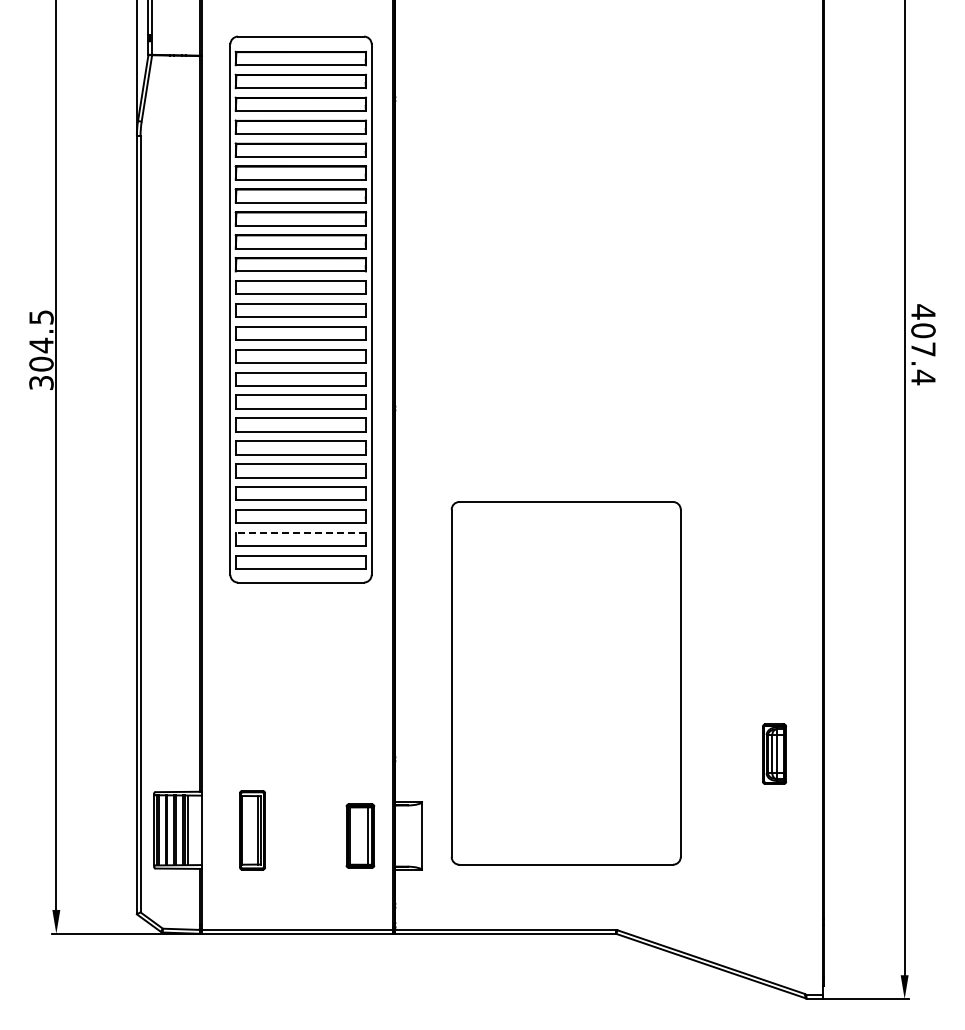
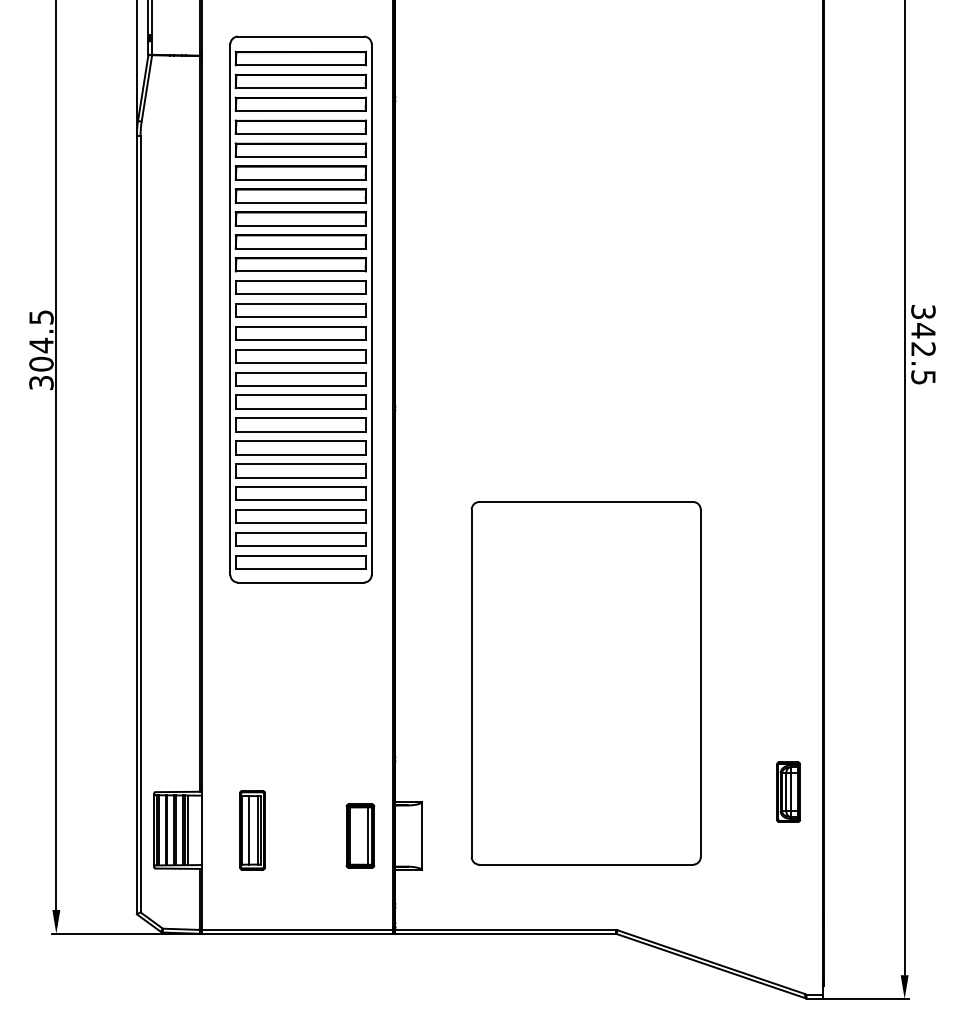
text at (923, 344): 407.4 -> 342.5
line at (301, 532): dashed -> solid
part at (565, 683) position: (565, 683) -> (585, 683)
part at (774, 753) position: (774, 753) -> (788, 791)
line at (248, 830): none -> present
